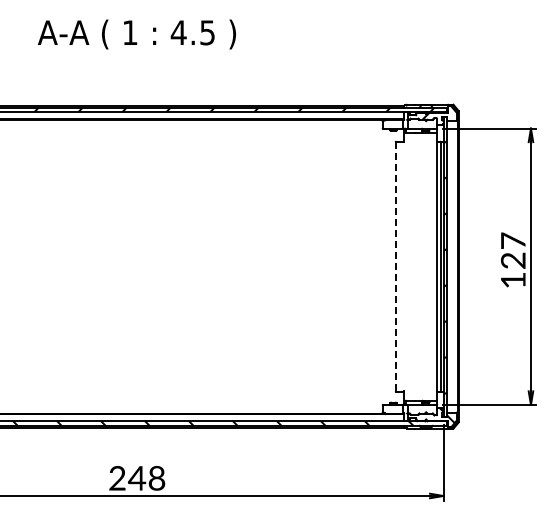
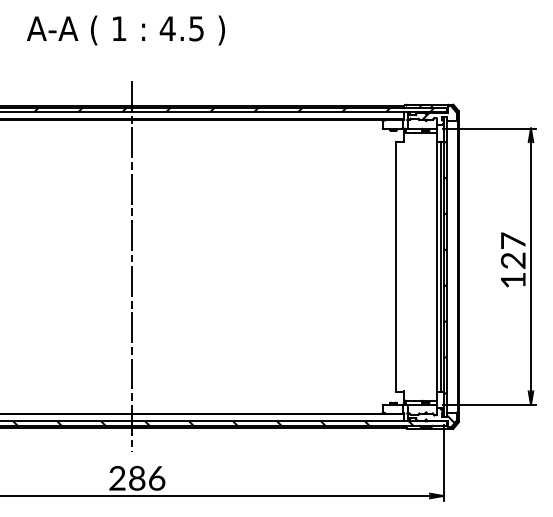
text at (136, 34) position: (136, 34) -> (125, 30)
line at (132, 266): none -> present
line at (395, 267): dashed -> solid
text at (146, 478): 248 -> 286
